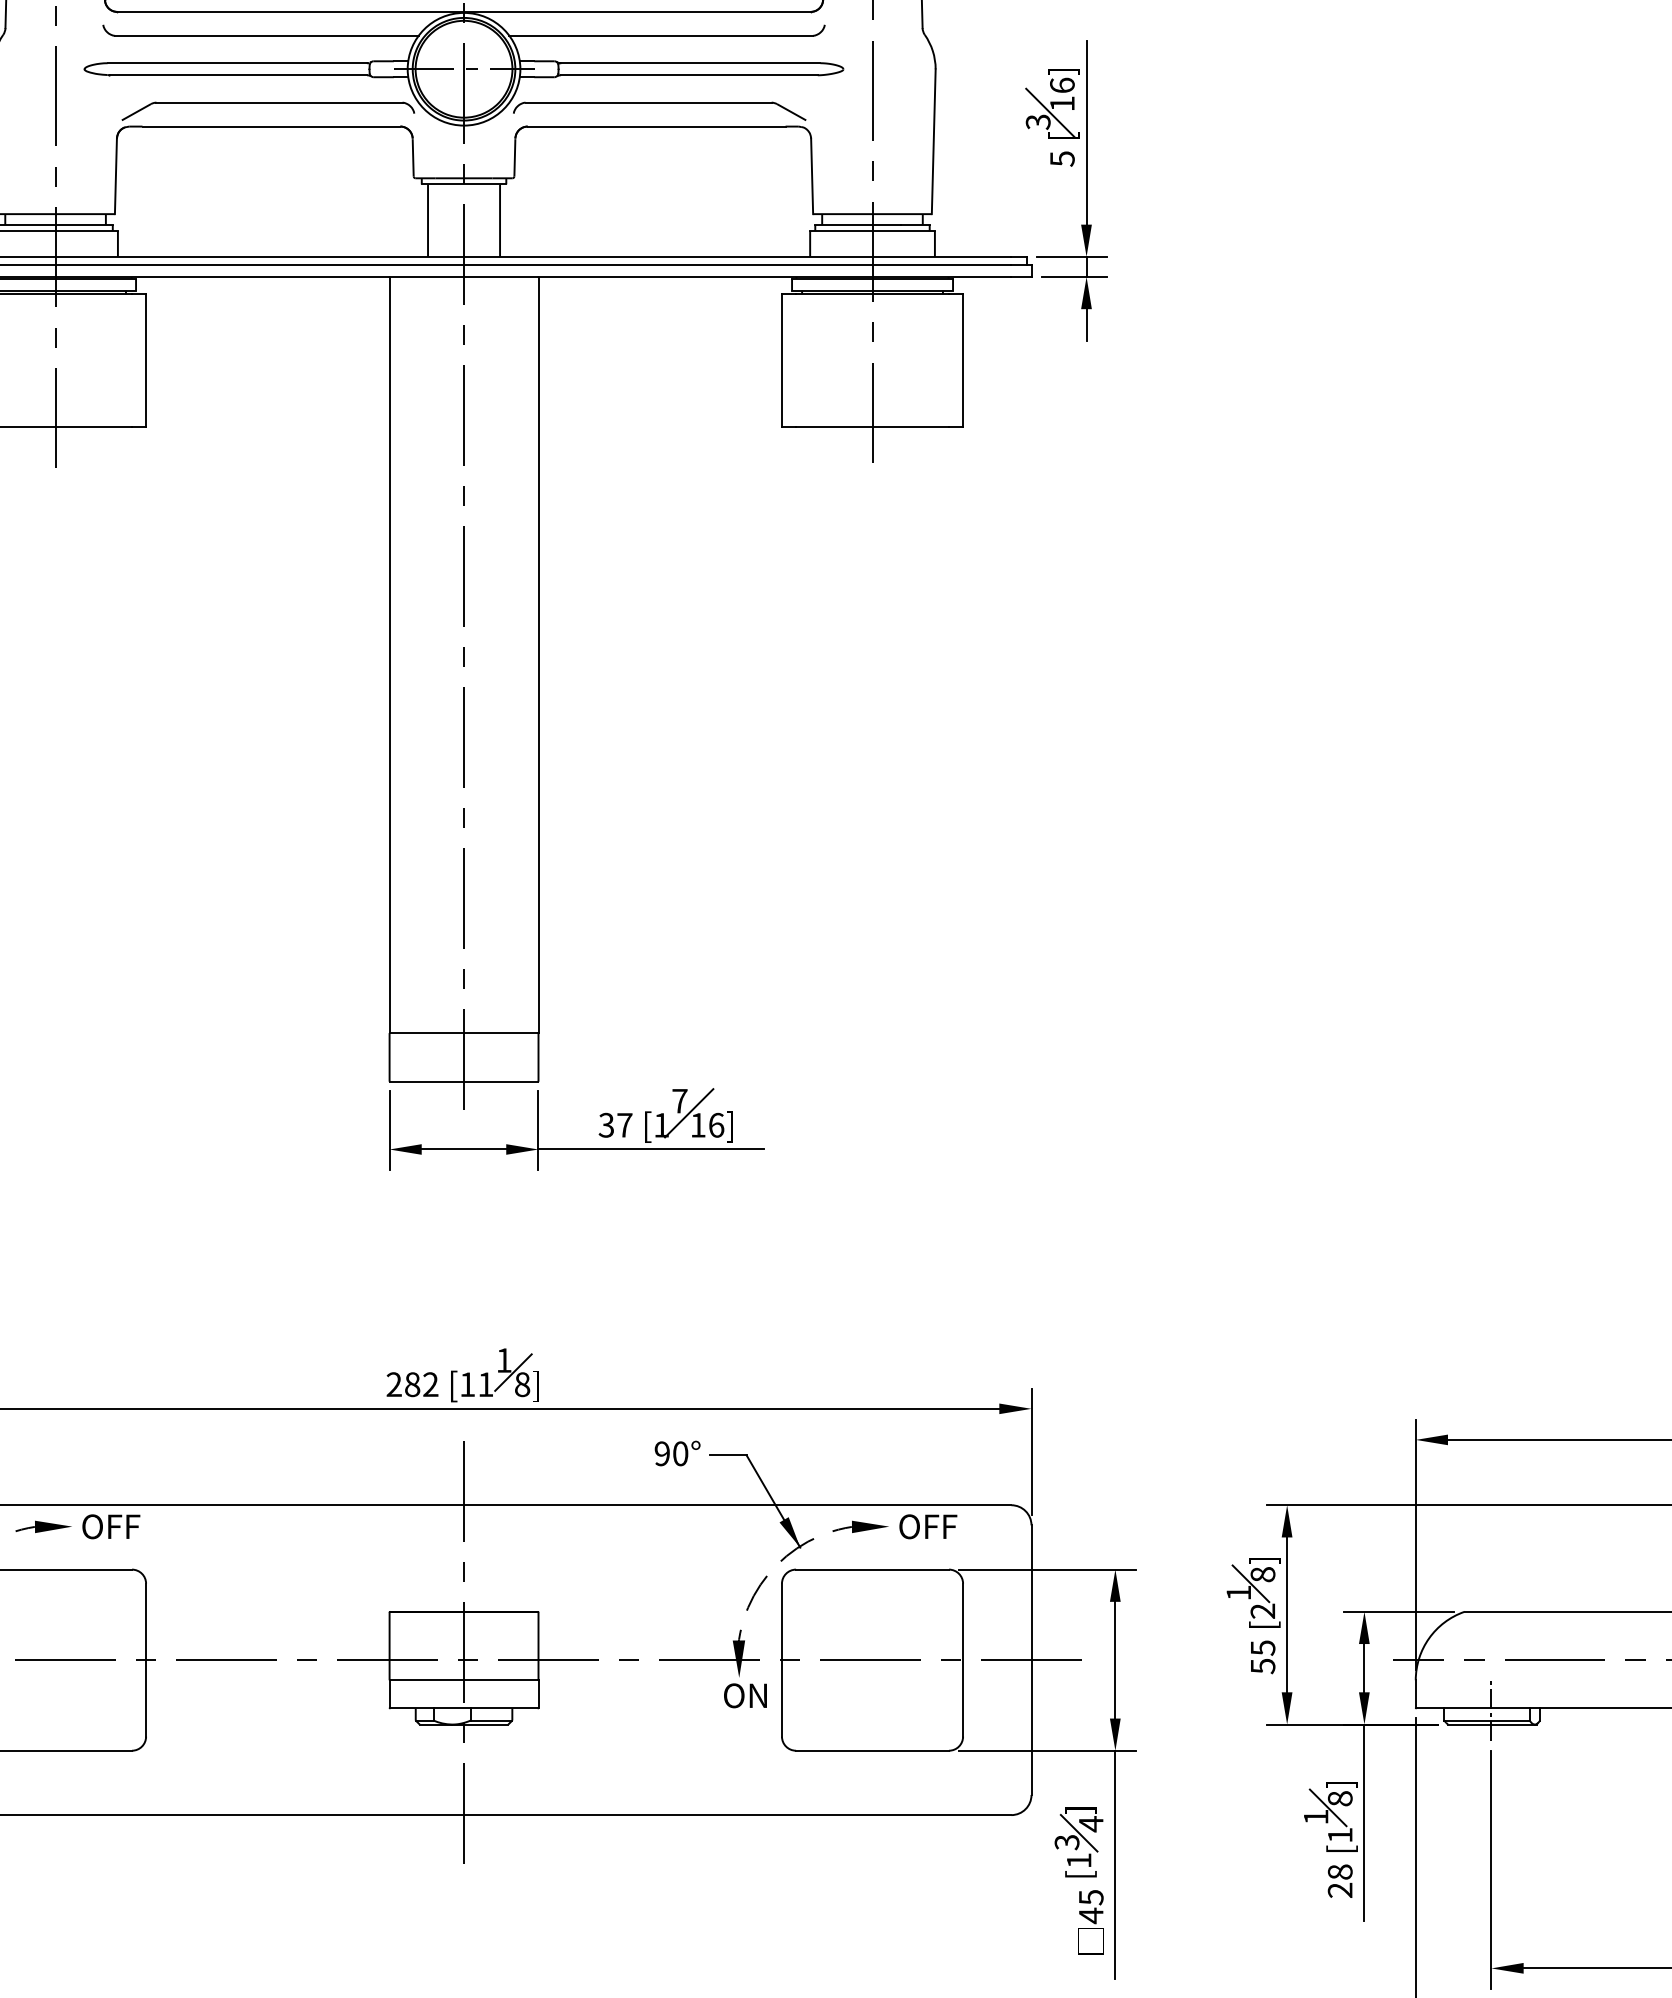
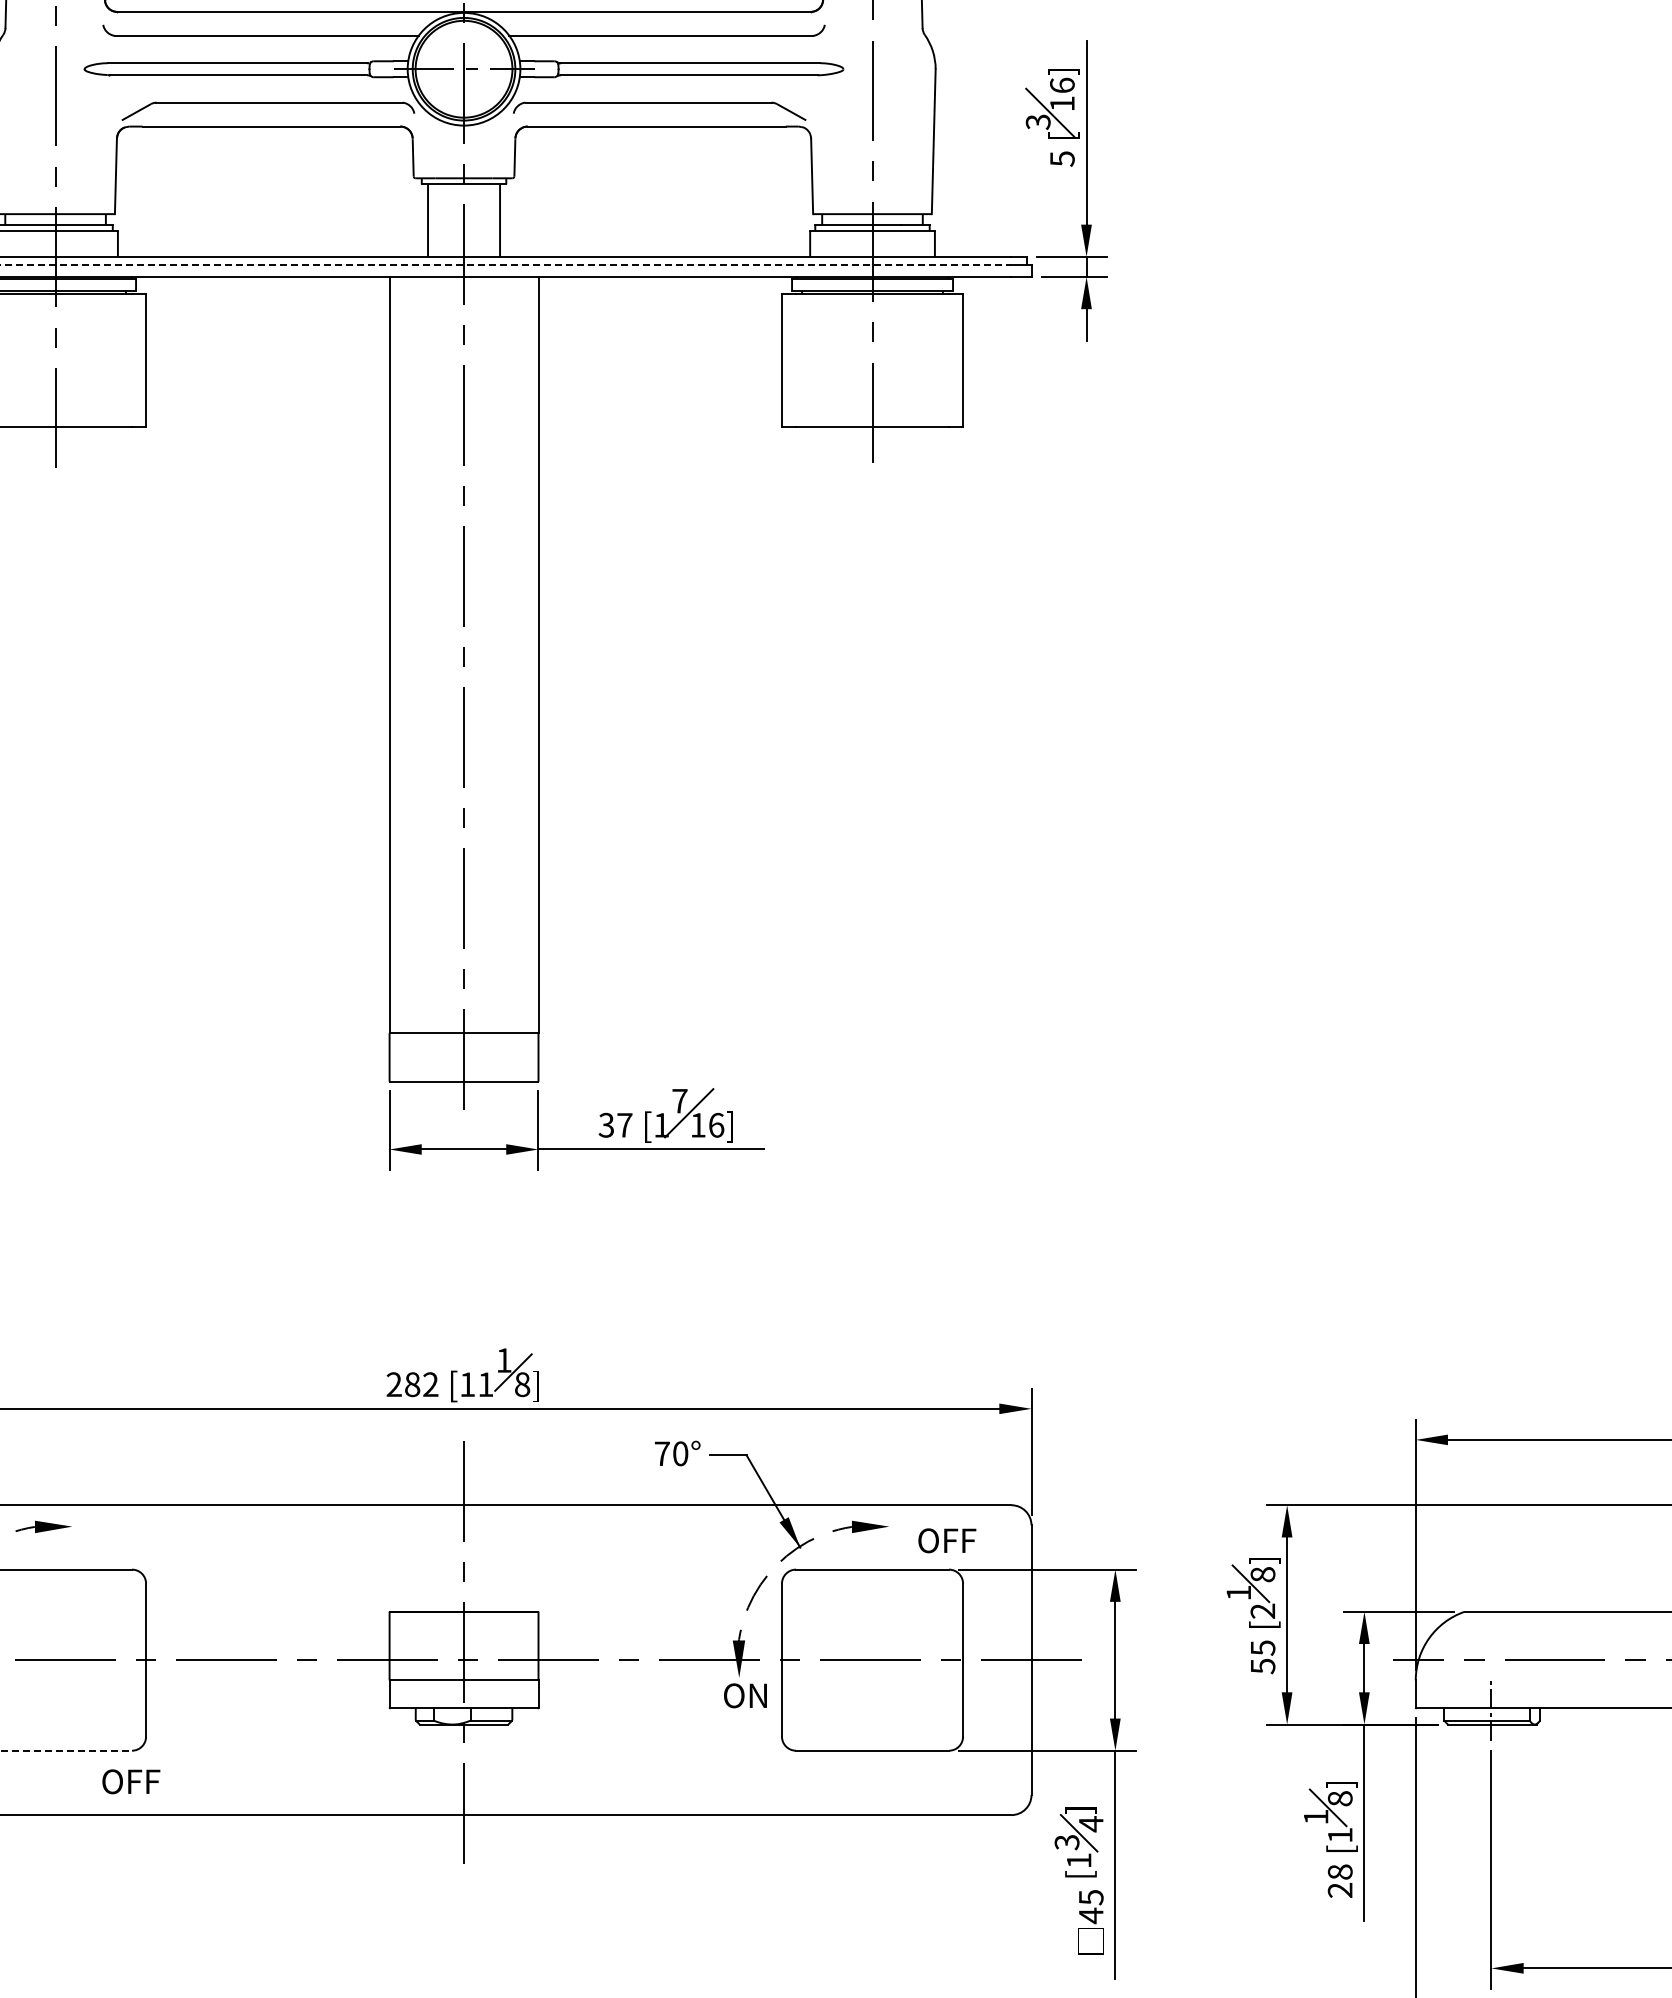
line at (506, 264): solid -> dashed
text at (661, 1453): 90° -> 70°
text at (111, 1526) position: (111, 1526) -> (131, 1781)
text at (928, 1526) position: (928, 1526) -> (947, 1540)
line at (66, 1750): solid -> dashed
